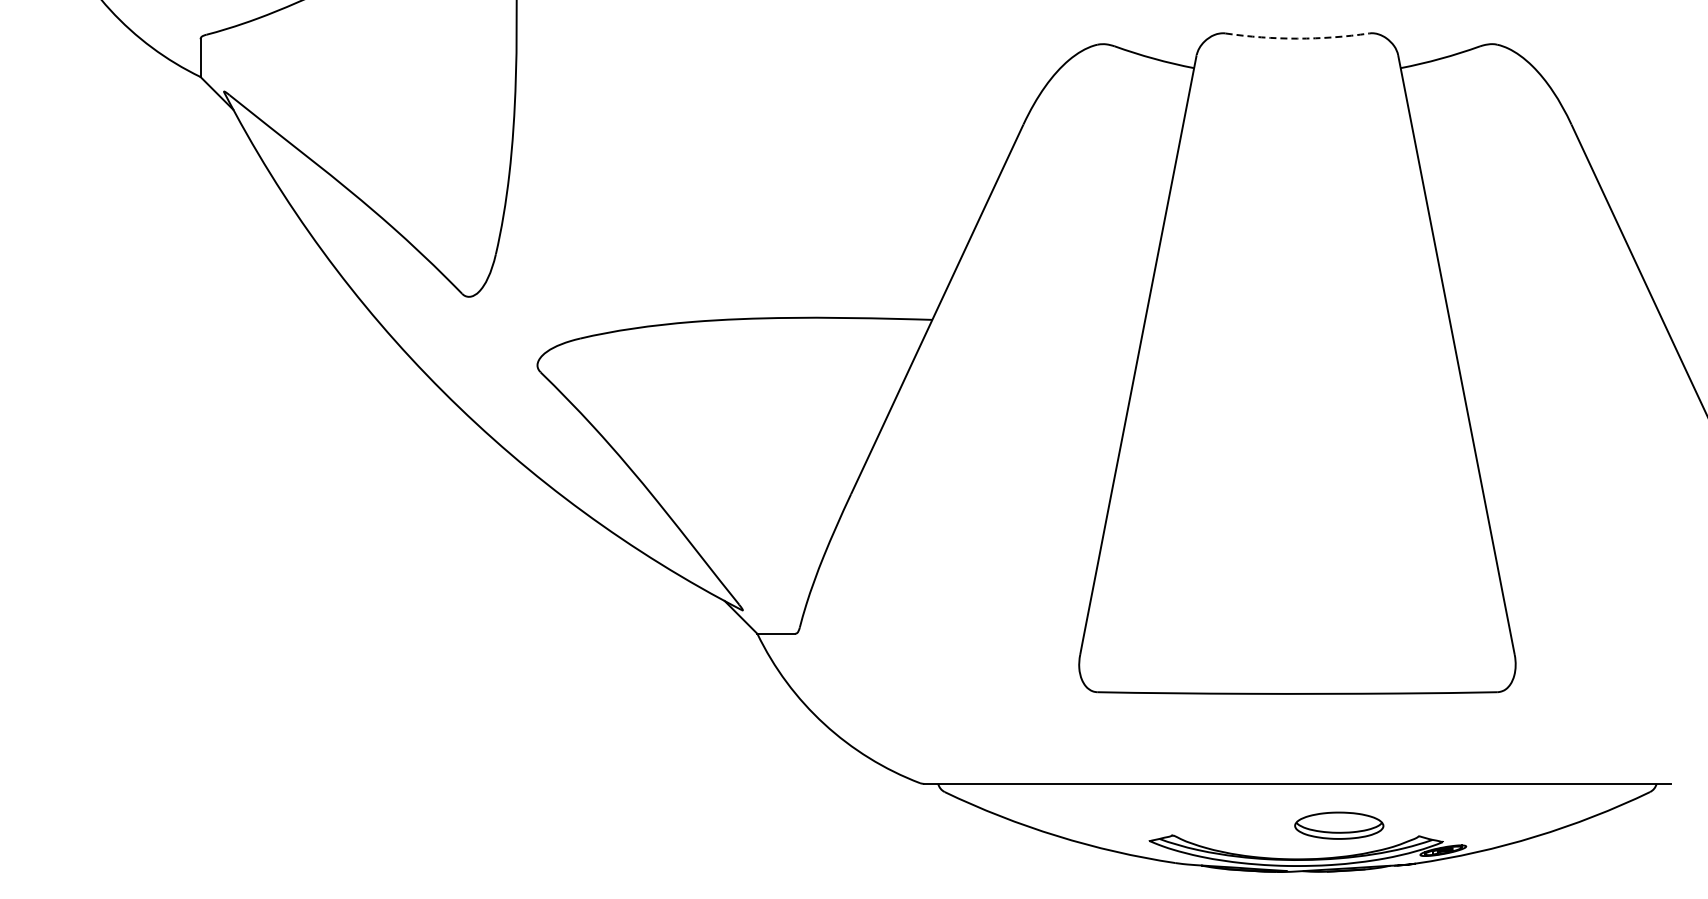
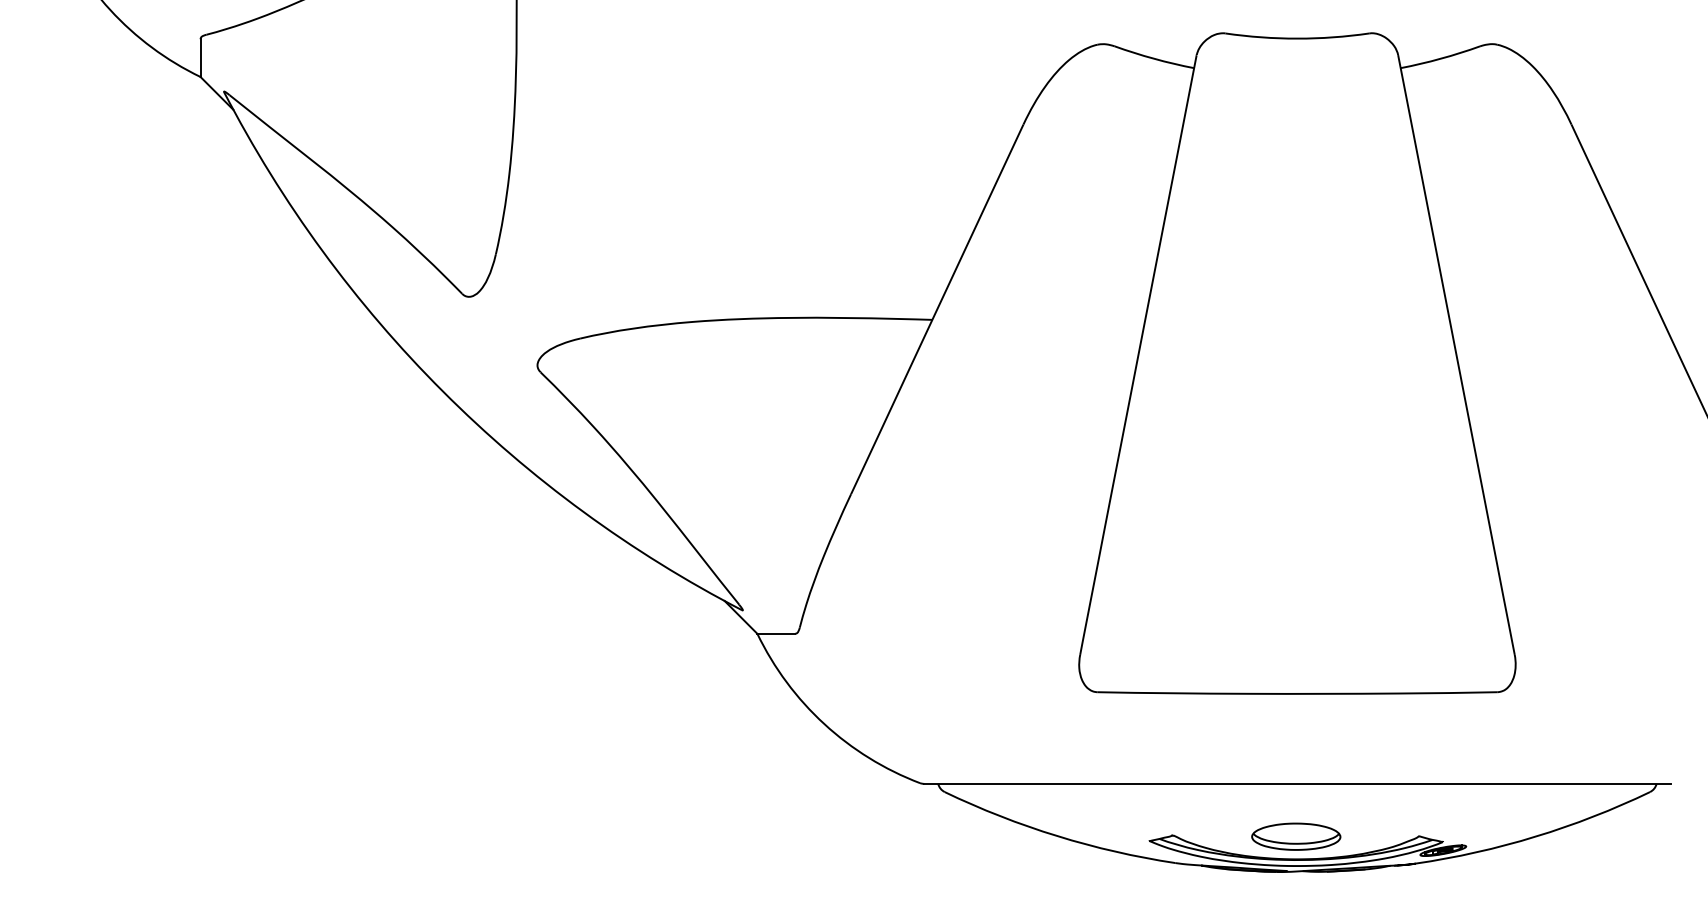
arc at (1297, 38): dashed -> solid
part at (1339, 825) position: (1339, 825) -> (1296, 836)
